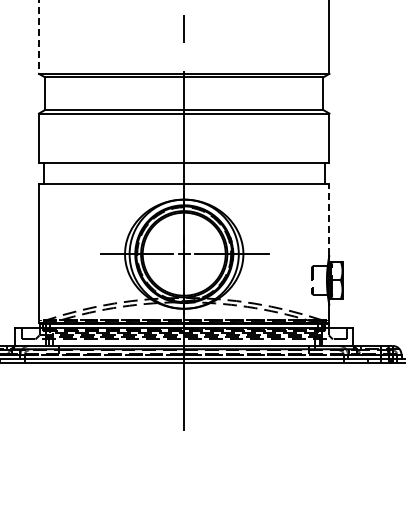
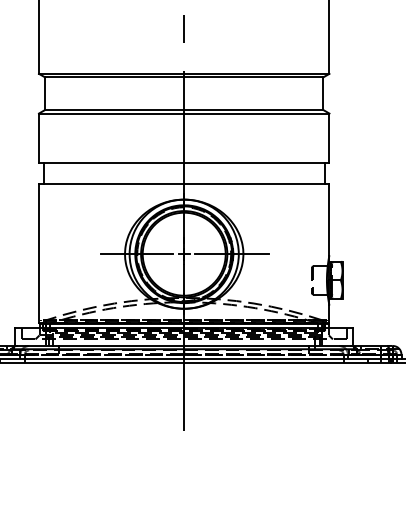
line at (39, 37): dashed -> solid
line at (329, 219): dashed -> solid
